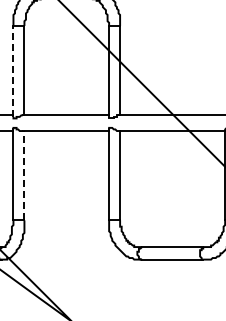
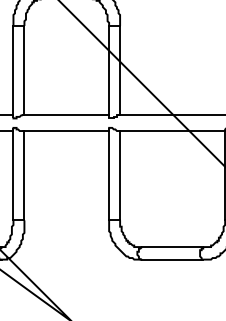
line at (13, 70): dashed -> solid
line at (24, 175): dashed -> solid
